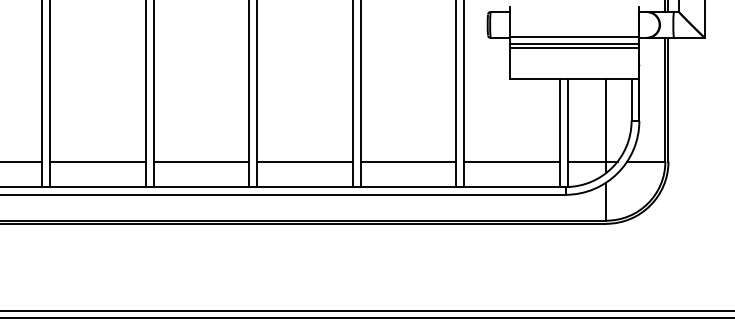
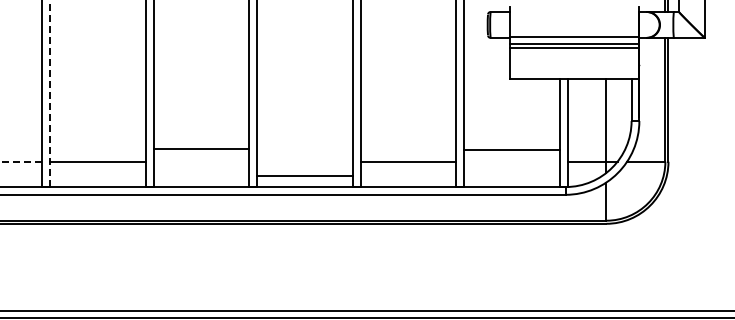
line at (50, 93): solid -> dashed
line at (21, 161): solid -> dashed
line at (201, 161) position: (201, 161) -> (201, 148)
line at (304, 161) position: (304, 161) -> (304, 175)
line at (512, 161) position: (512, 161) -> (512, 149)
